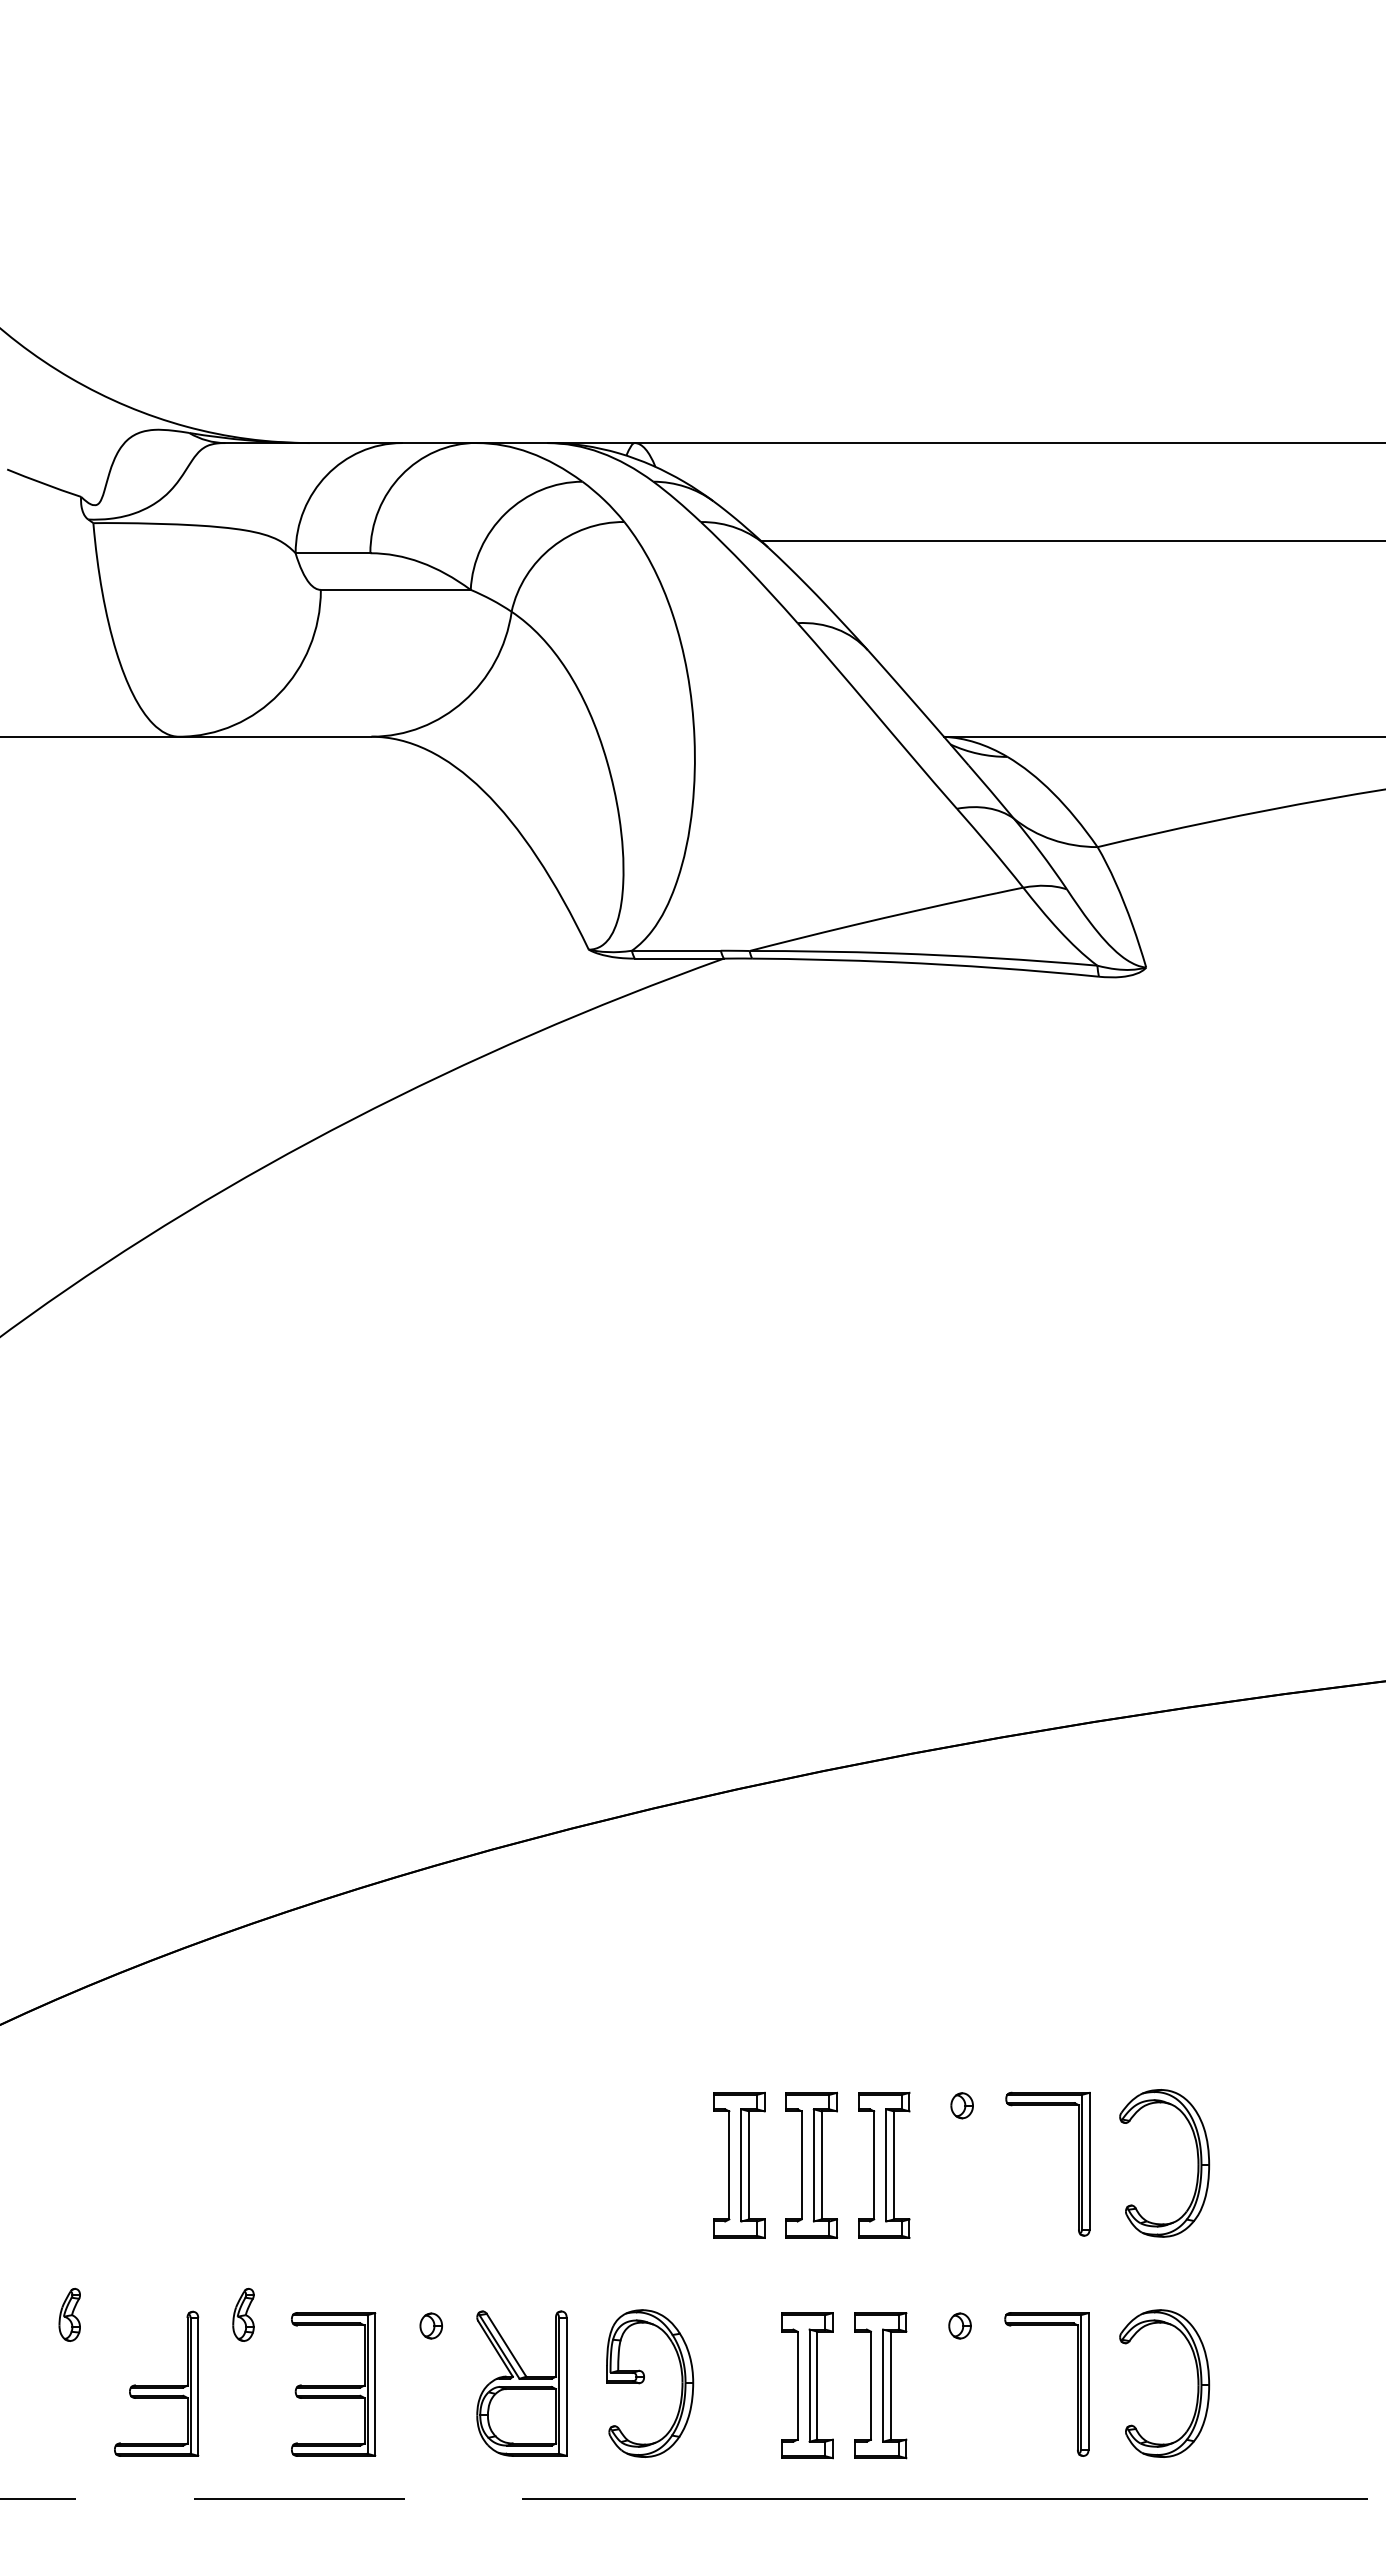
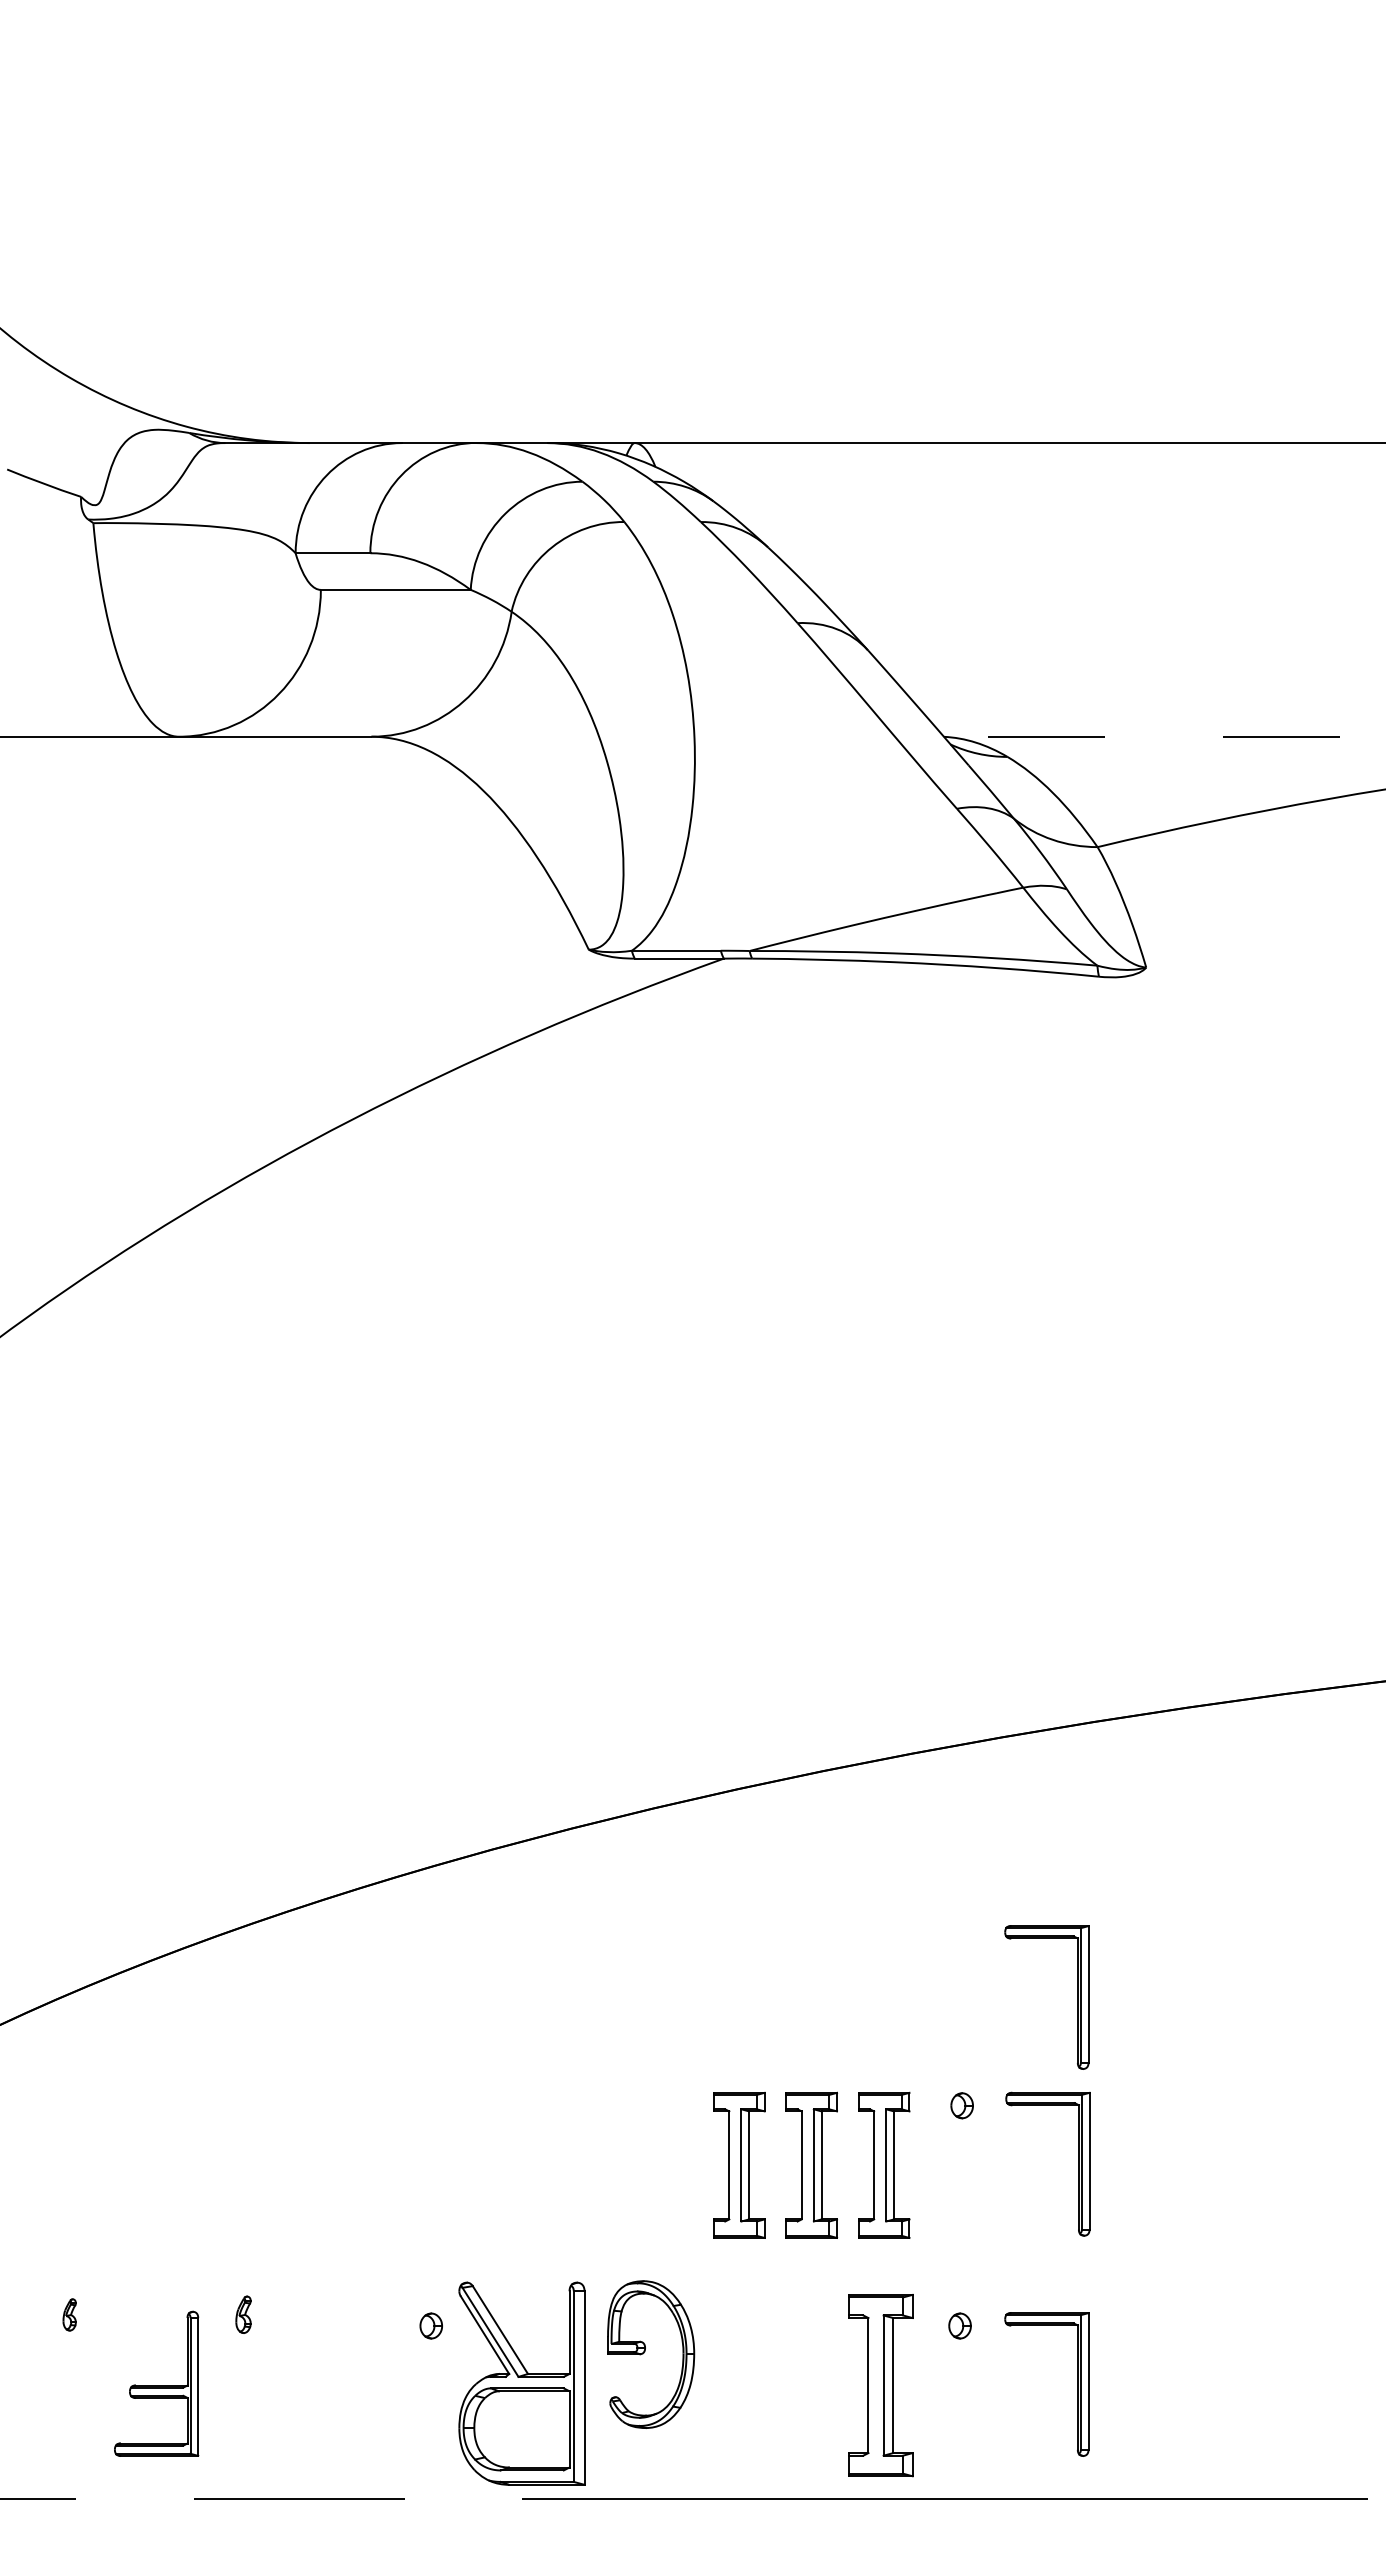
line at (1071, 540): present -> none
line at (1164, 736): solid -> dashed
part at (1077, 1997): none -> present
part at (1197, 2163): present -> none
part at (69, 2314) size: 23x54 px -> 15x34 px
part at (243, 2314) size: 23x55 px -> 17x39 px
part at (644, 2380) position: (644, 2380) -> (645, 2351)
part at (521, 2383) size: 92x147 px -> 128x205 px
part at (1197, 2383): present -> none
part at (333, 2384): present -> none
part at (807, 2385): present -> none
part at (880, 2385) size: 54x148 px -> 66x184 px
